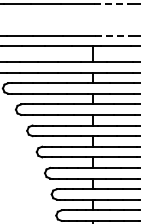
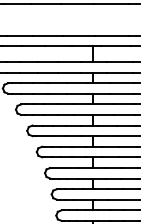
line at (111, 4): dashed -> solid
line at (112, 35): dashed -> solid
